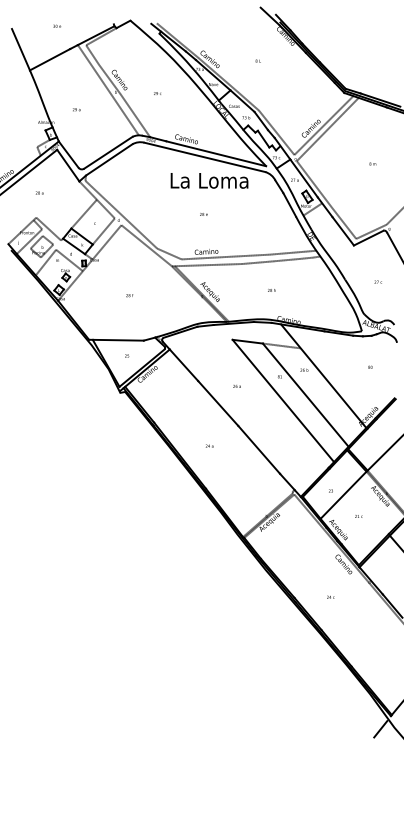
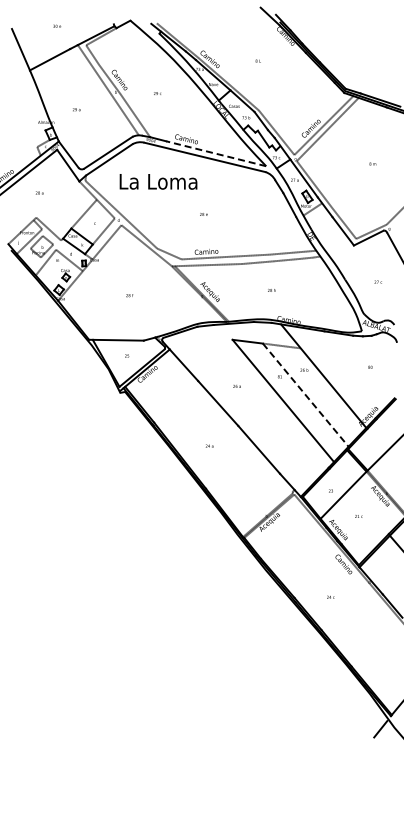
line at (216, 153): solid -> dashed
text at (209, 180) position: (209, 180) -> (158, 181)
line at (306, 395): solid -> dashed
